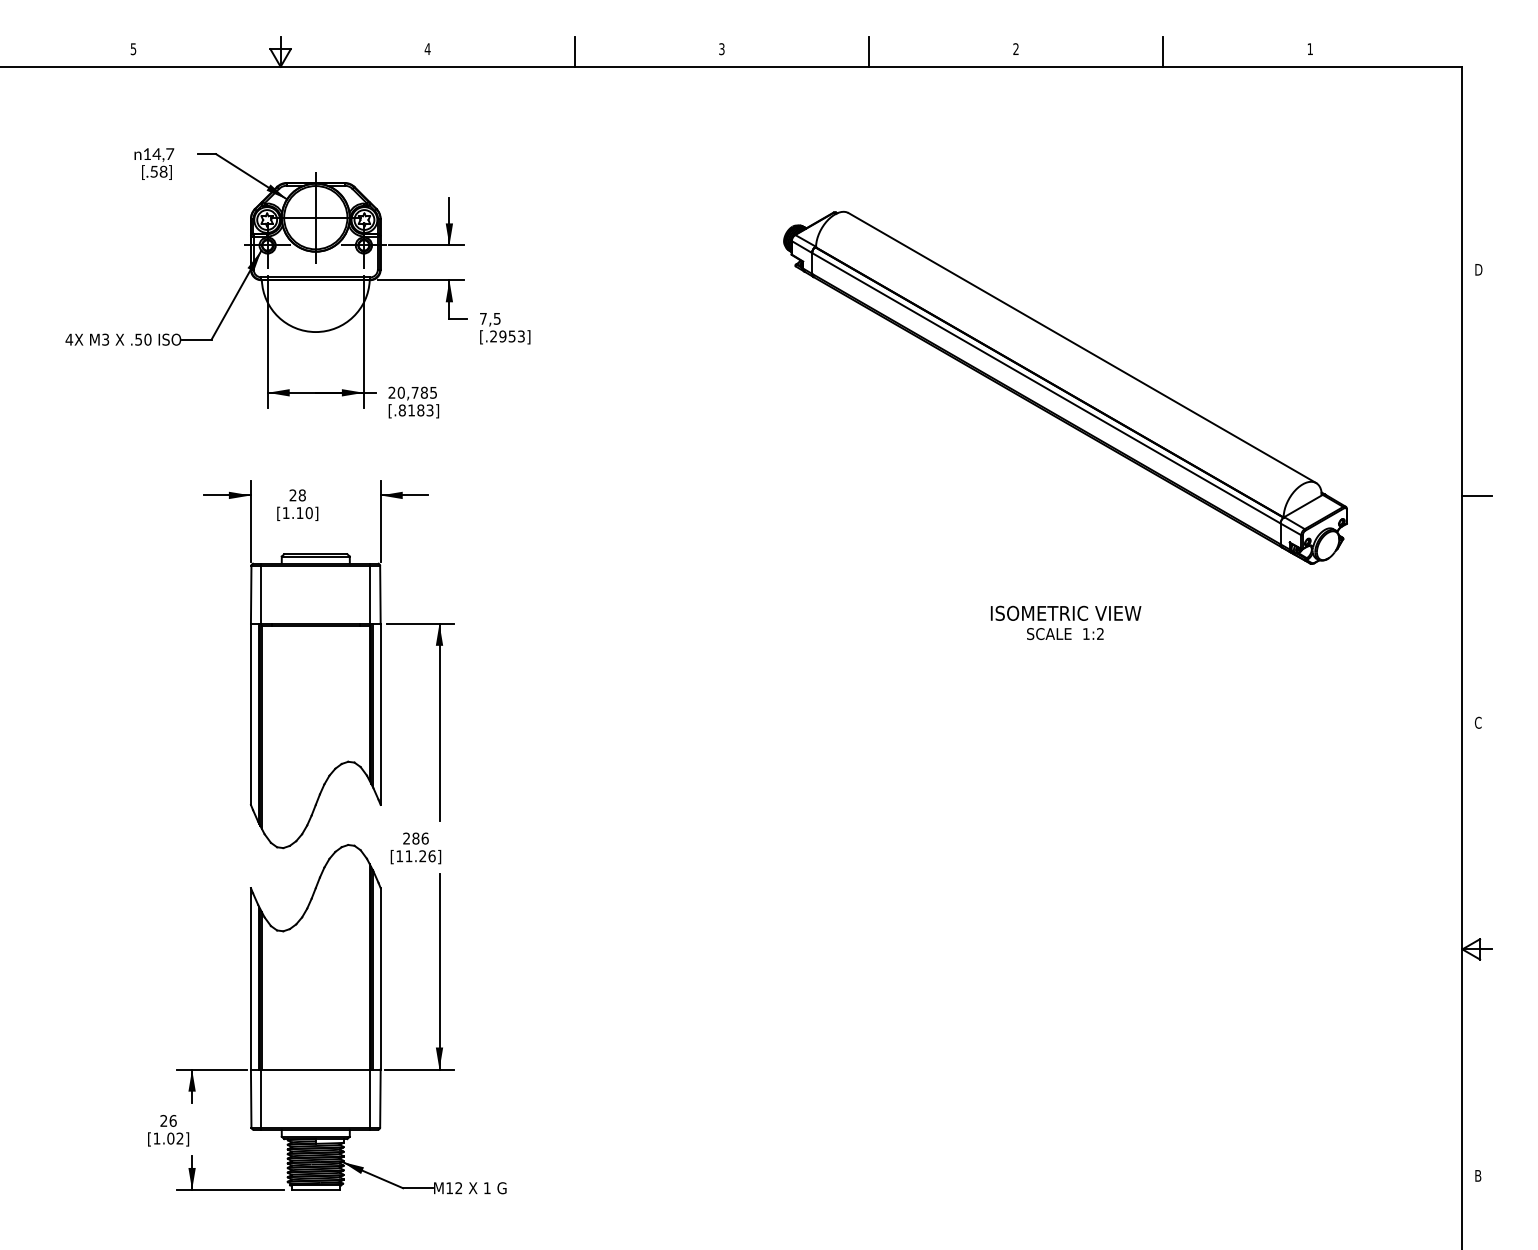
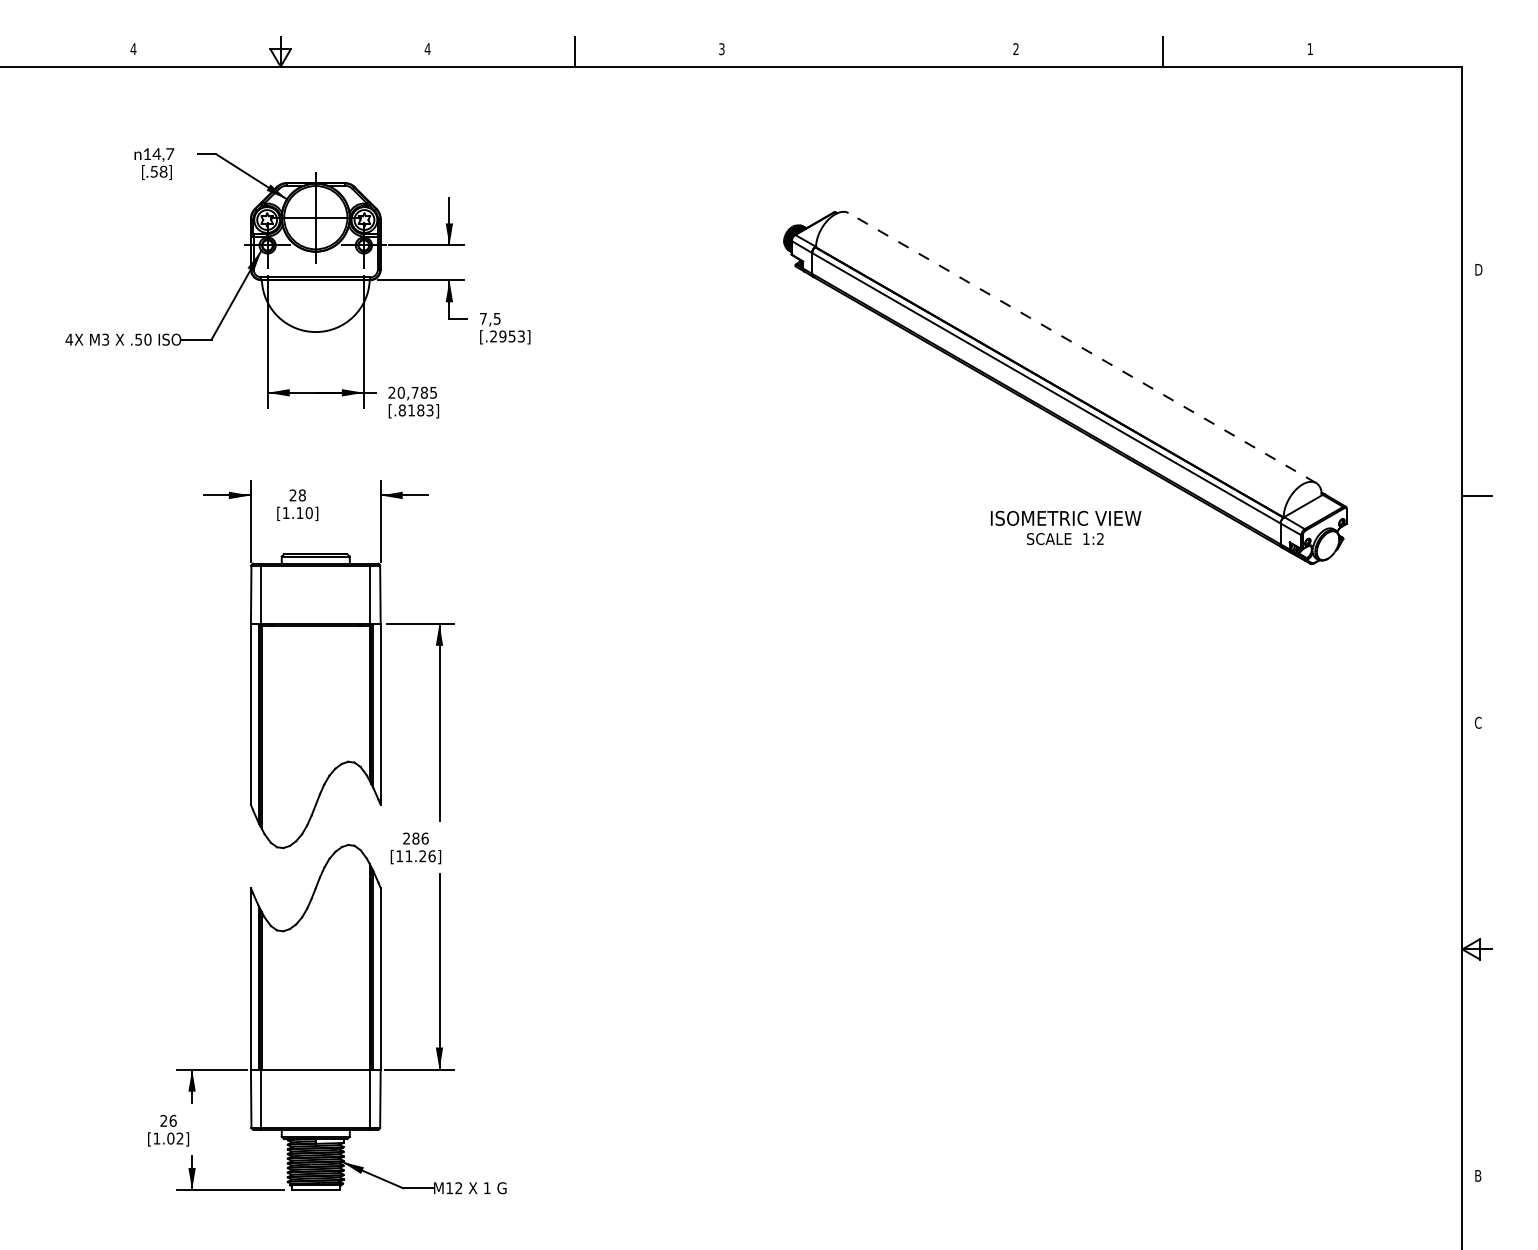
text at (133, 49): 5 -> 4
line at (869, 51): present -> none
line at (1082, 348): solid -> dashed
text at (1065, 622) position: (1065, 622) -> (1065, 527)
